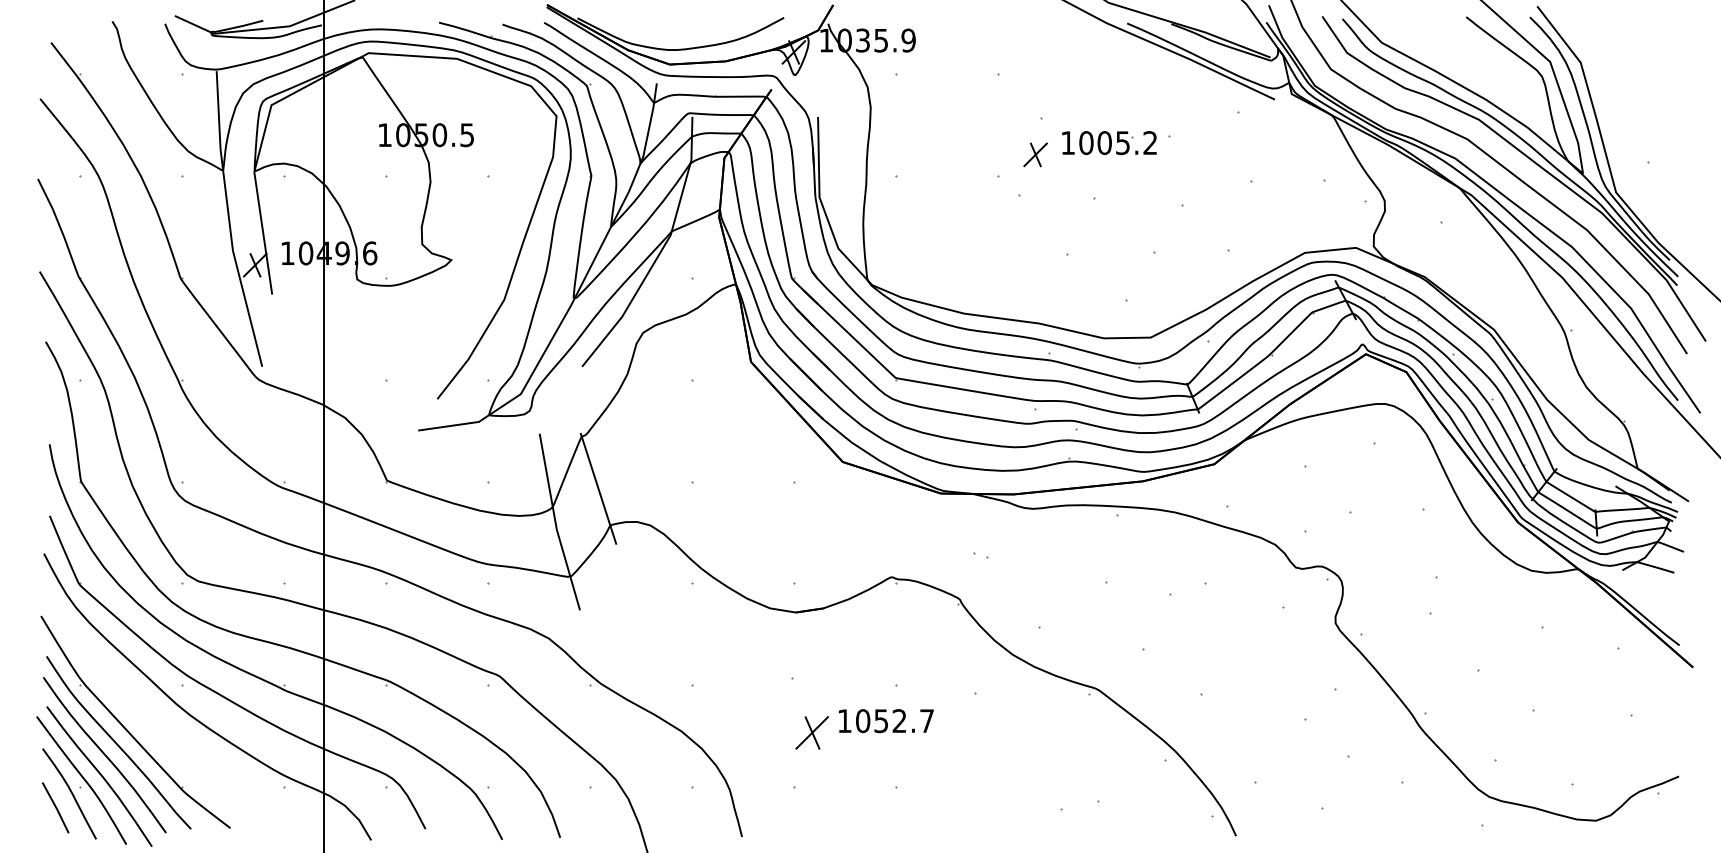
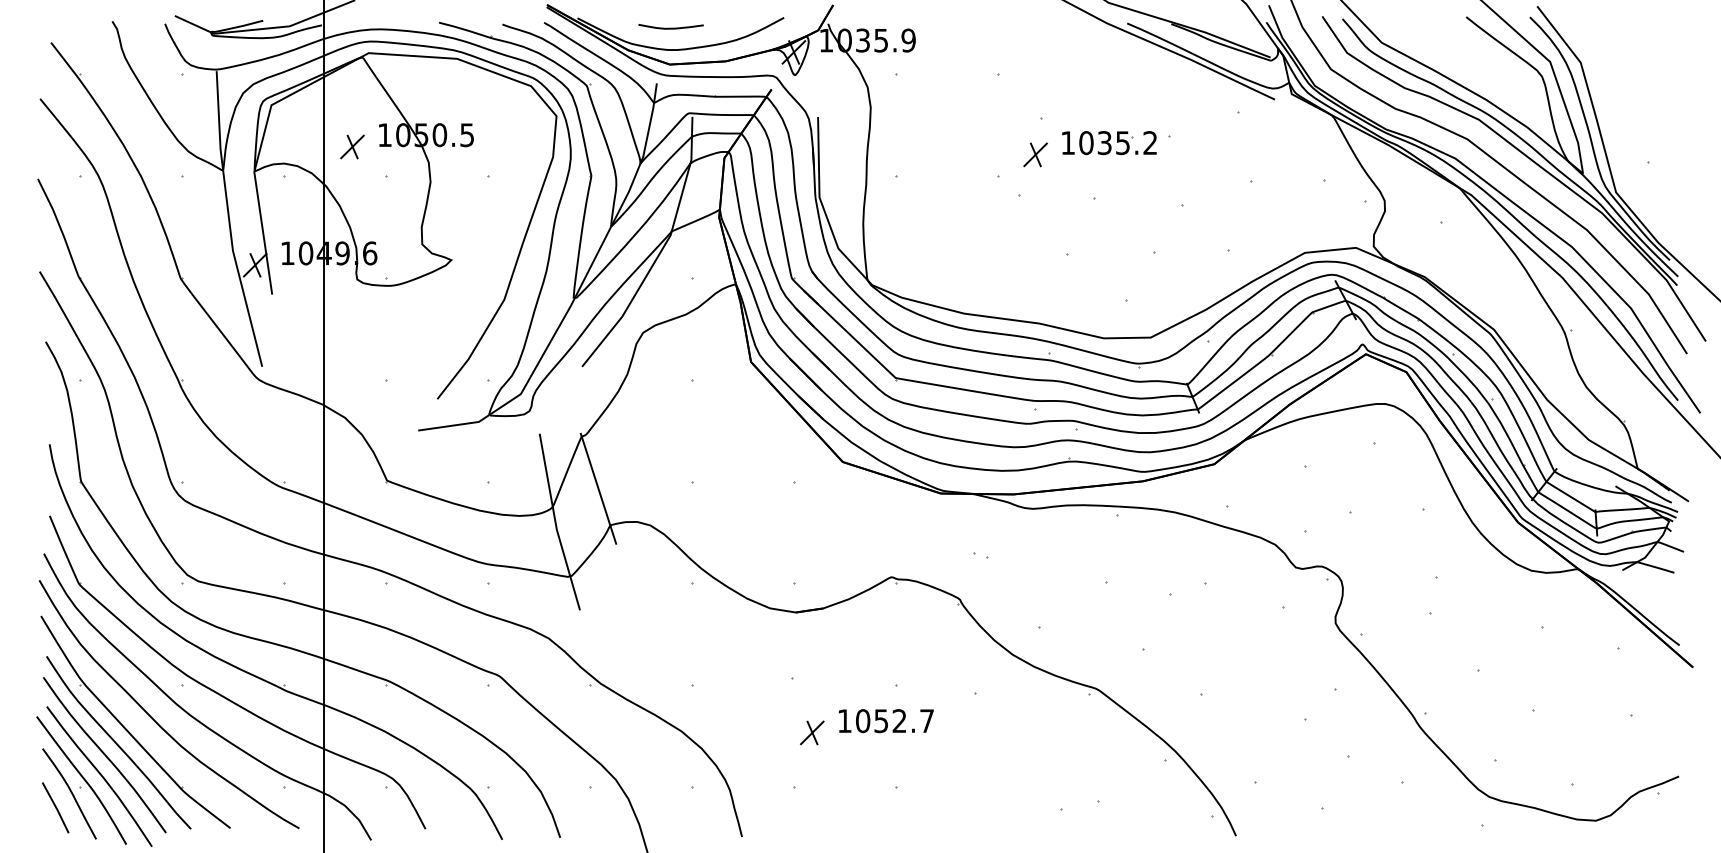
curve at (670, 27): none -> present
text at (1104, 143): 1005.2 -> 1035.2
part at (352, 146): none -> present
curve at (153, 718): none -> present
part at (811, 732) size: 34x34 px -> 25x26 px
